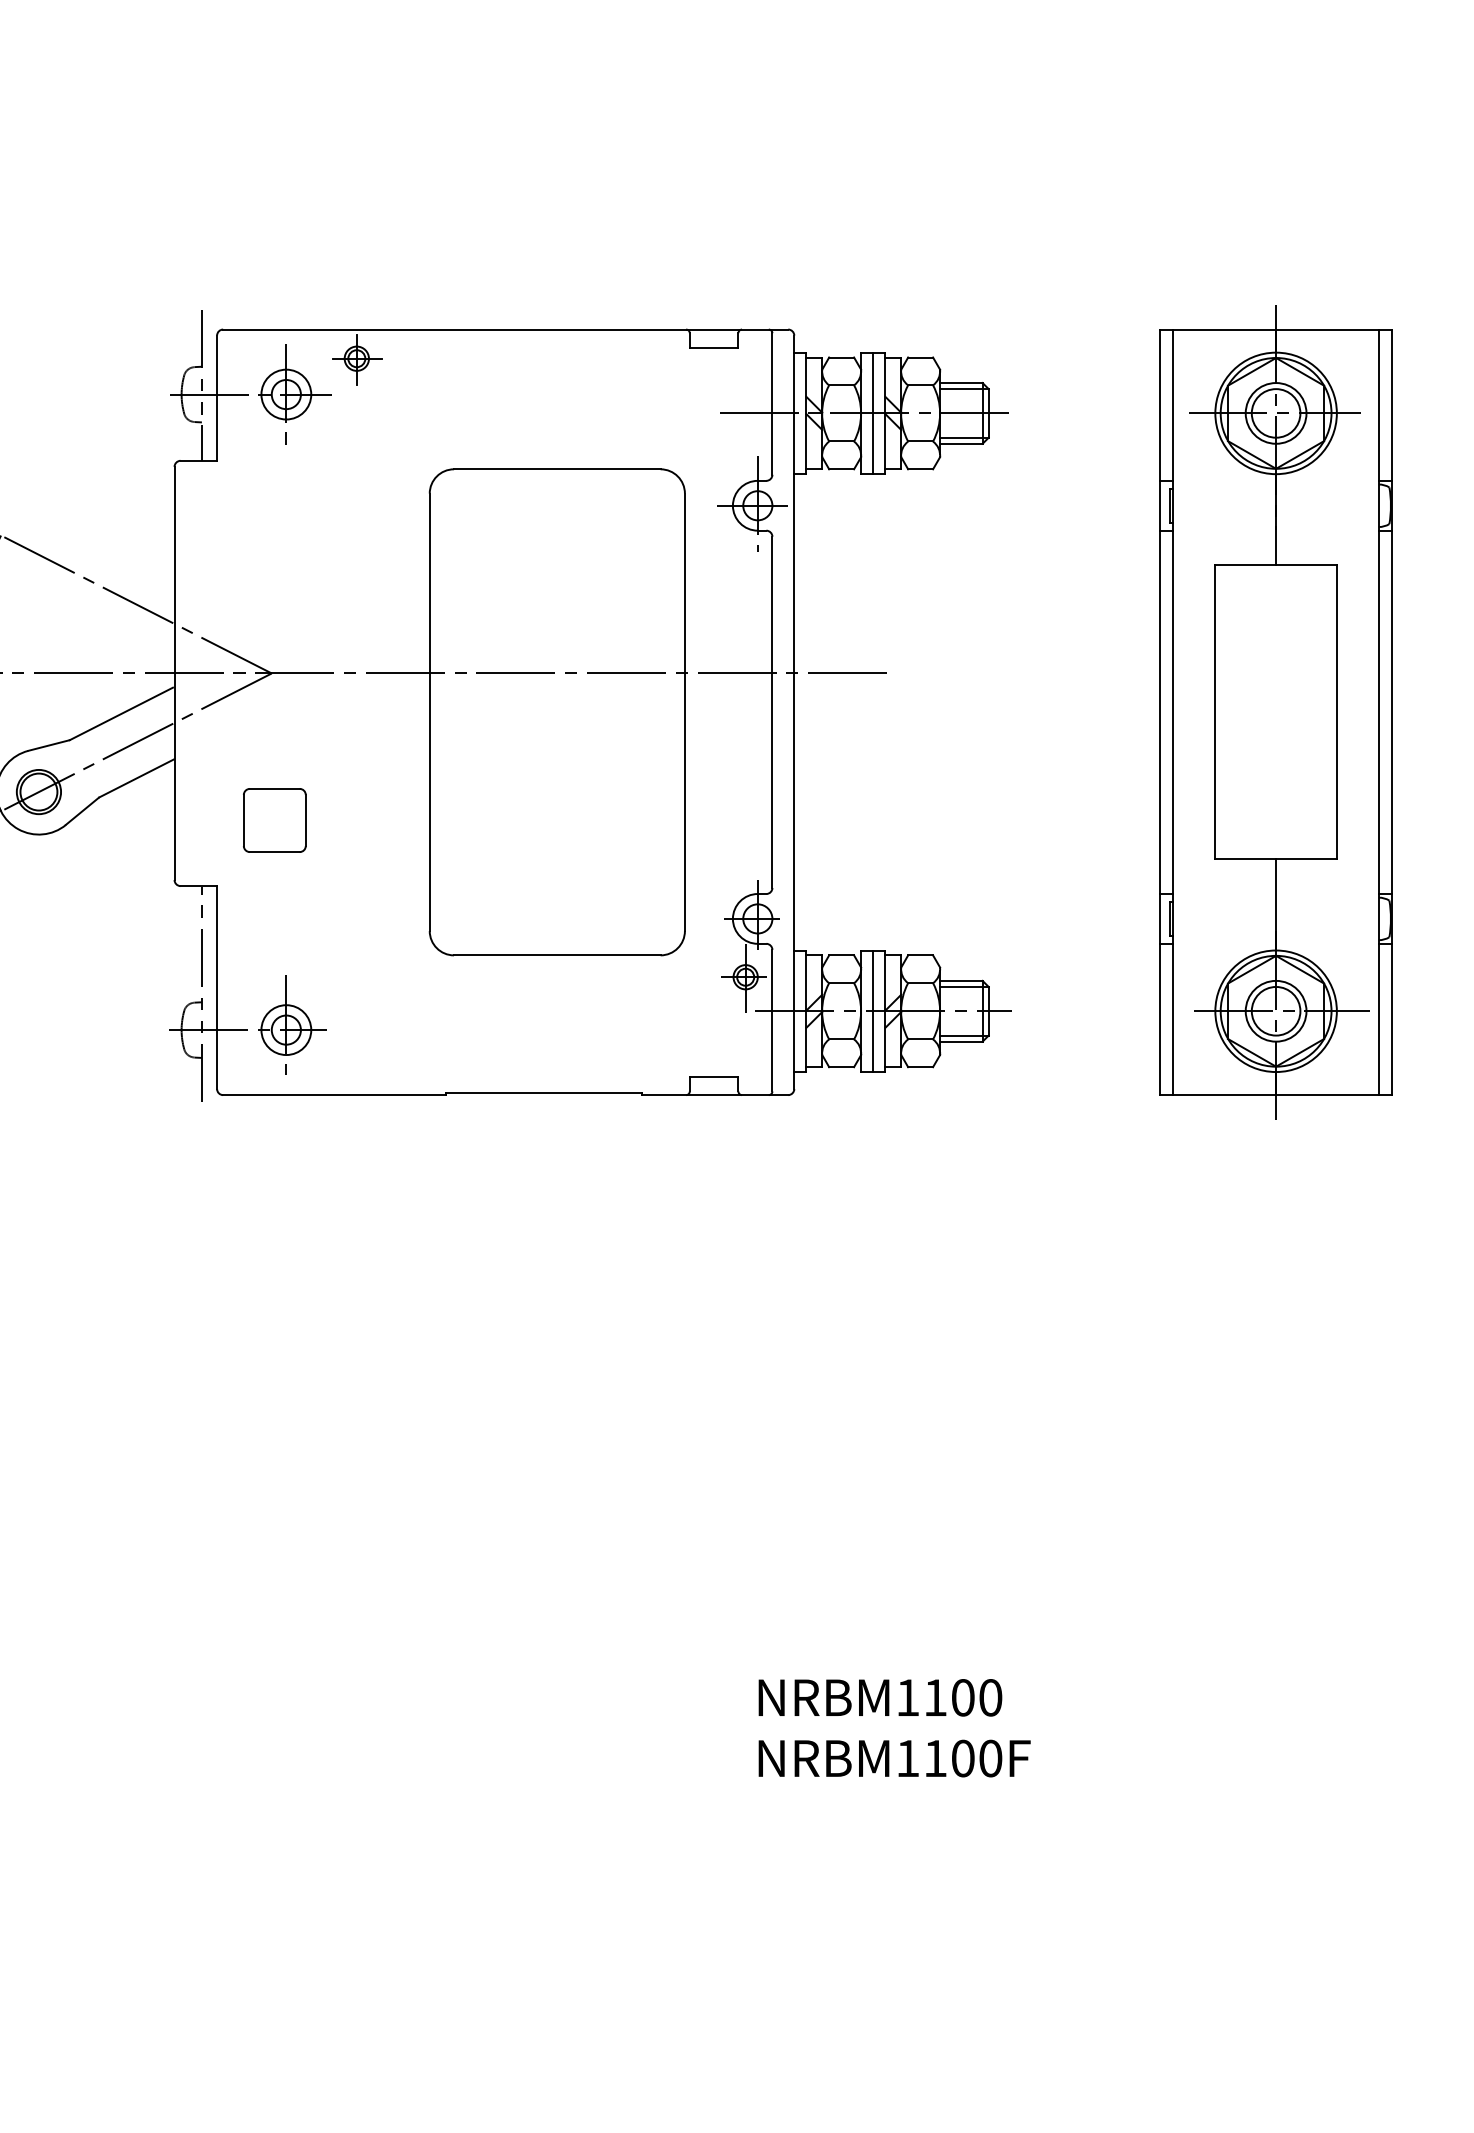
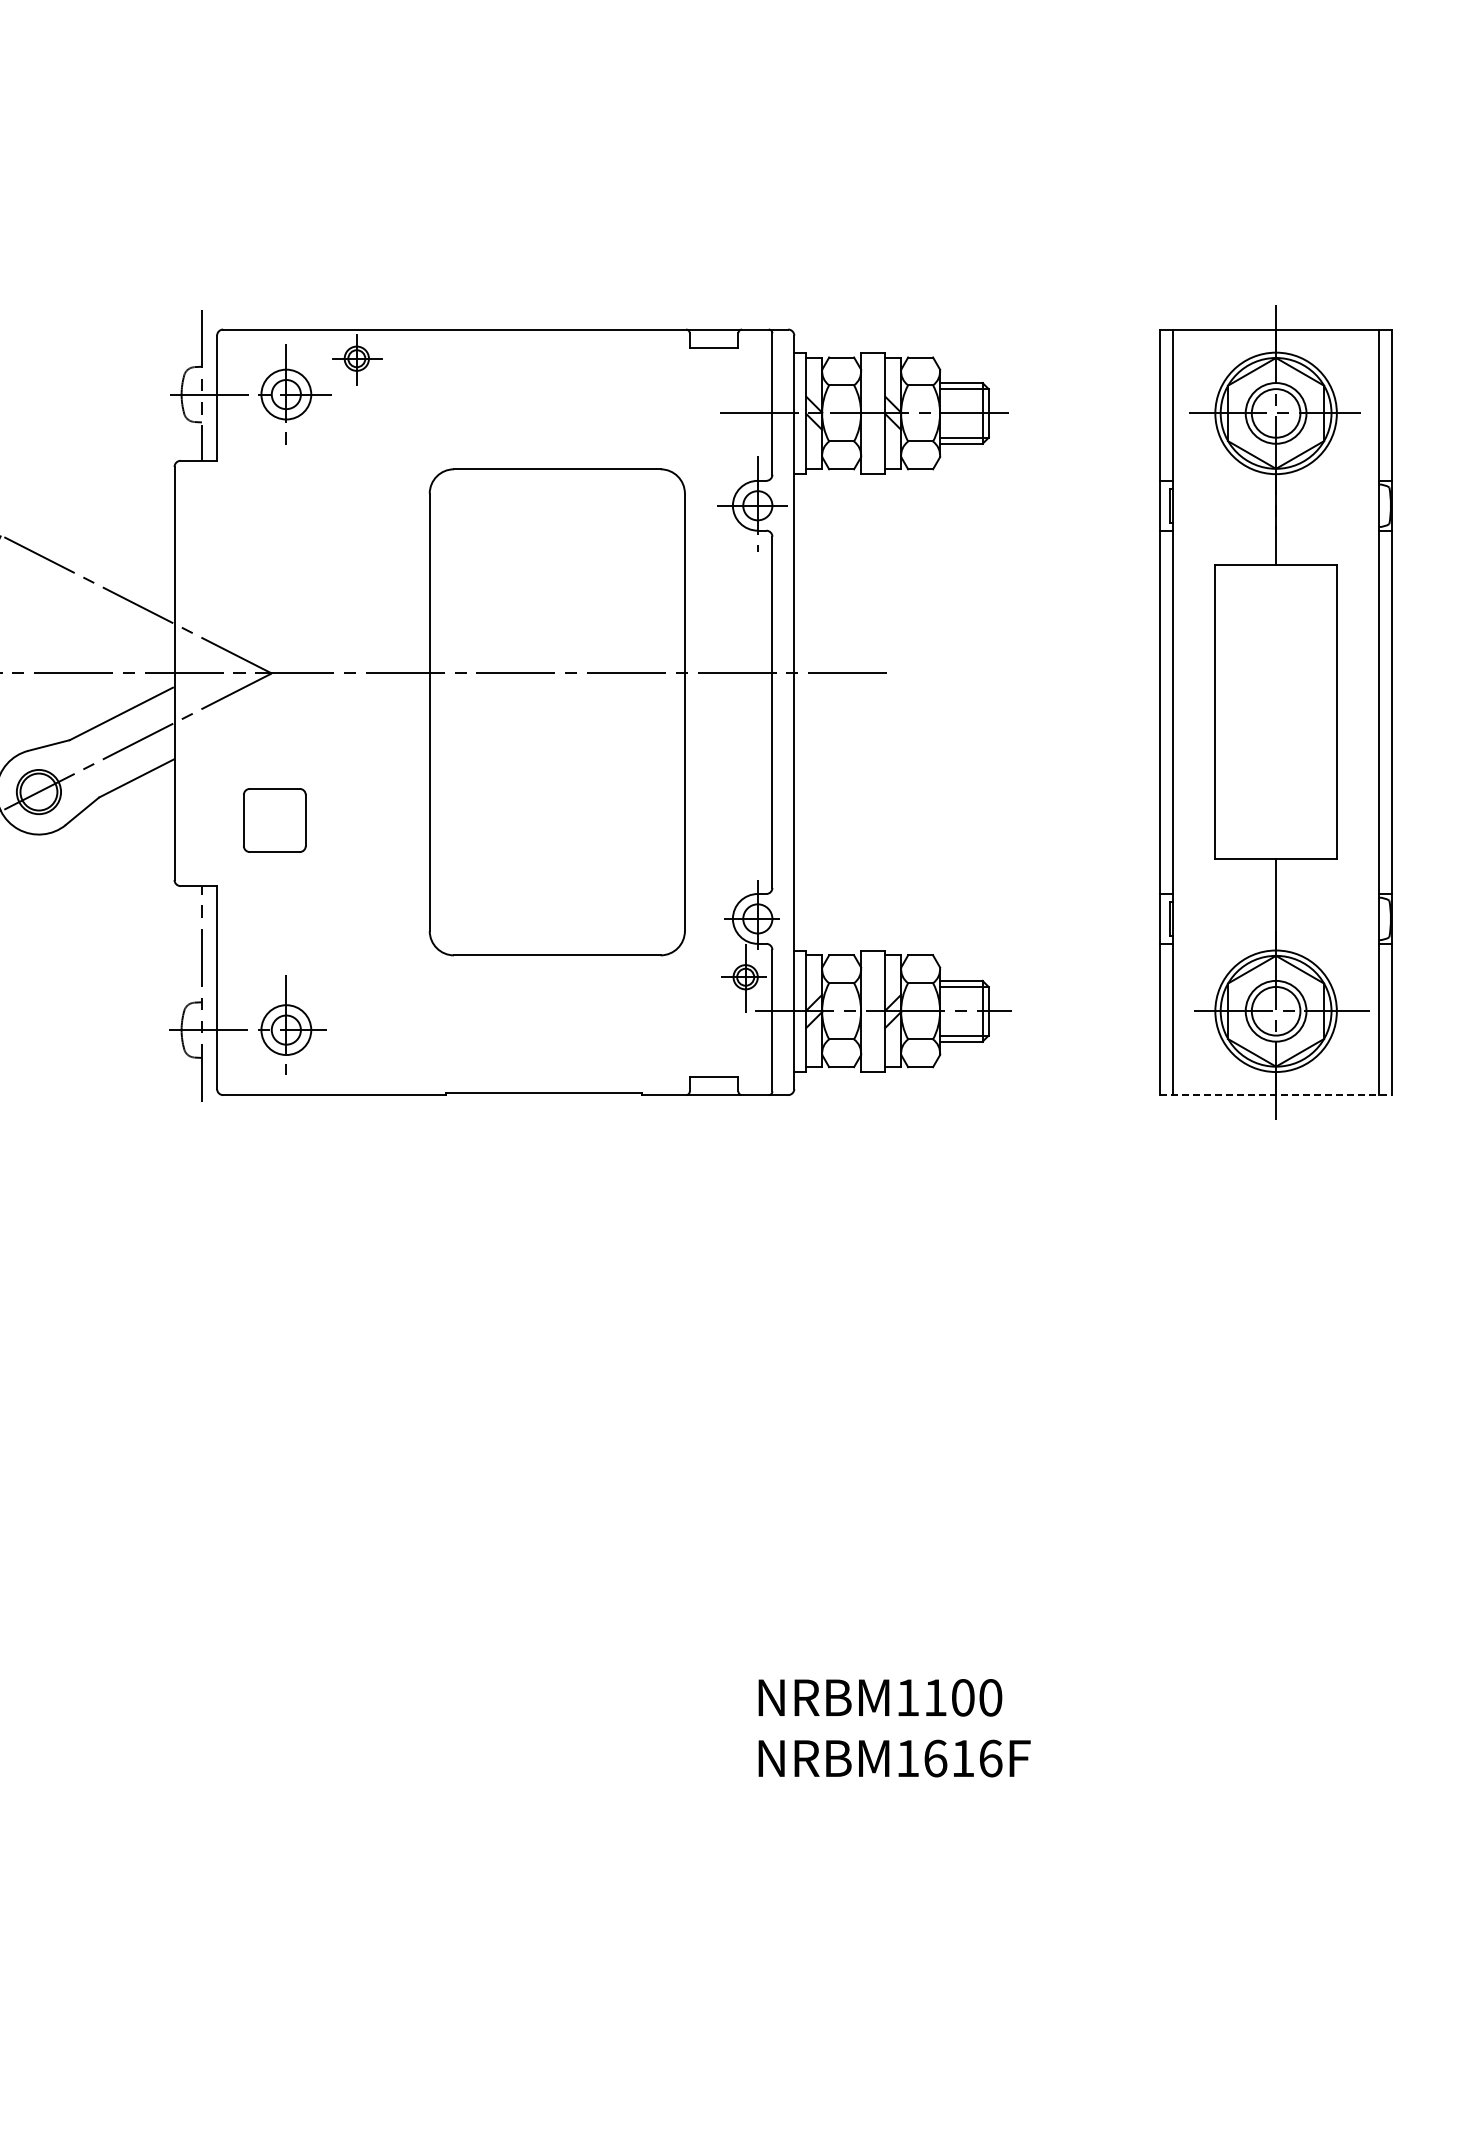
line at (873, 413): present -> none
line at (873, 1011): present -> none
line at (1276, 1095): solid -> dashed
text at (963, 1758): NRBM1100F -> NRBM1616F
